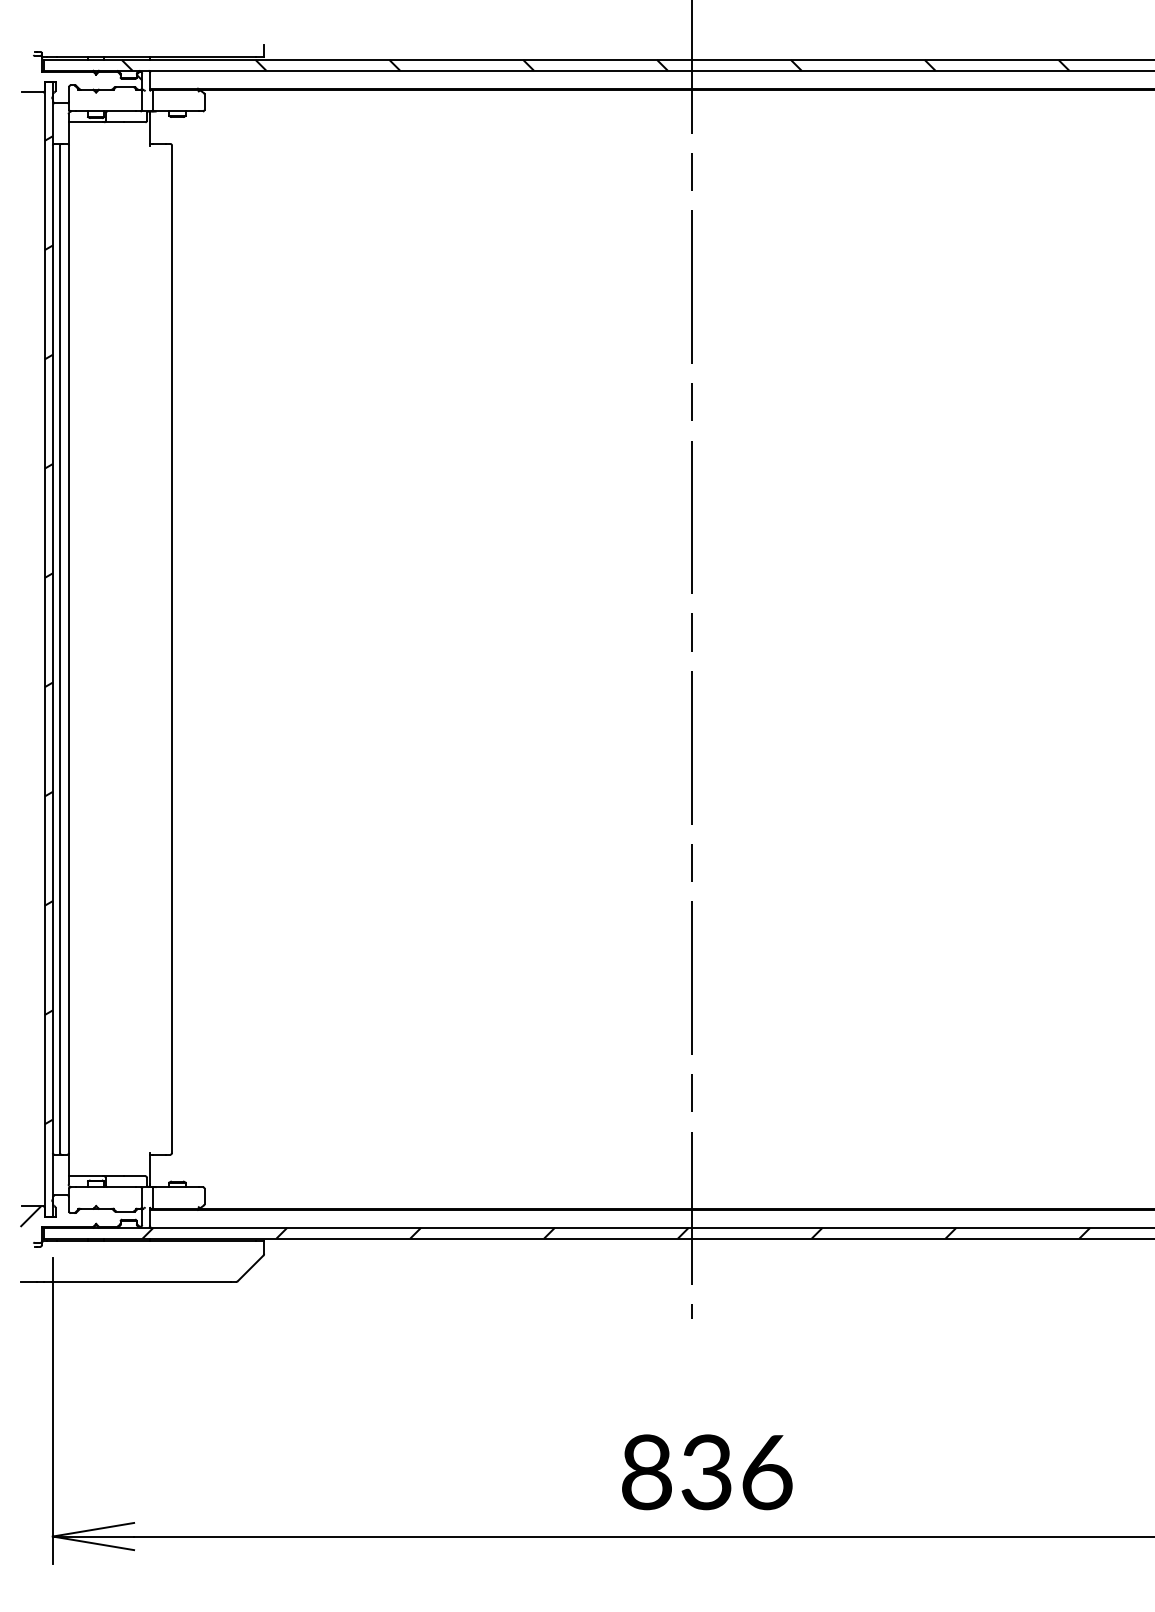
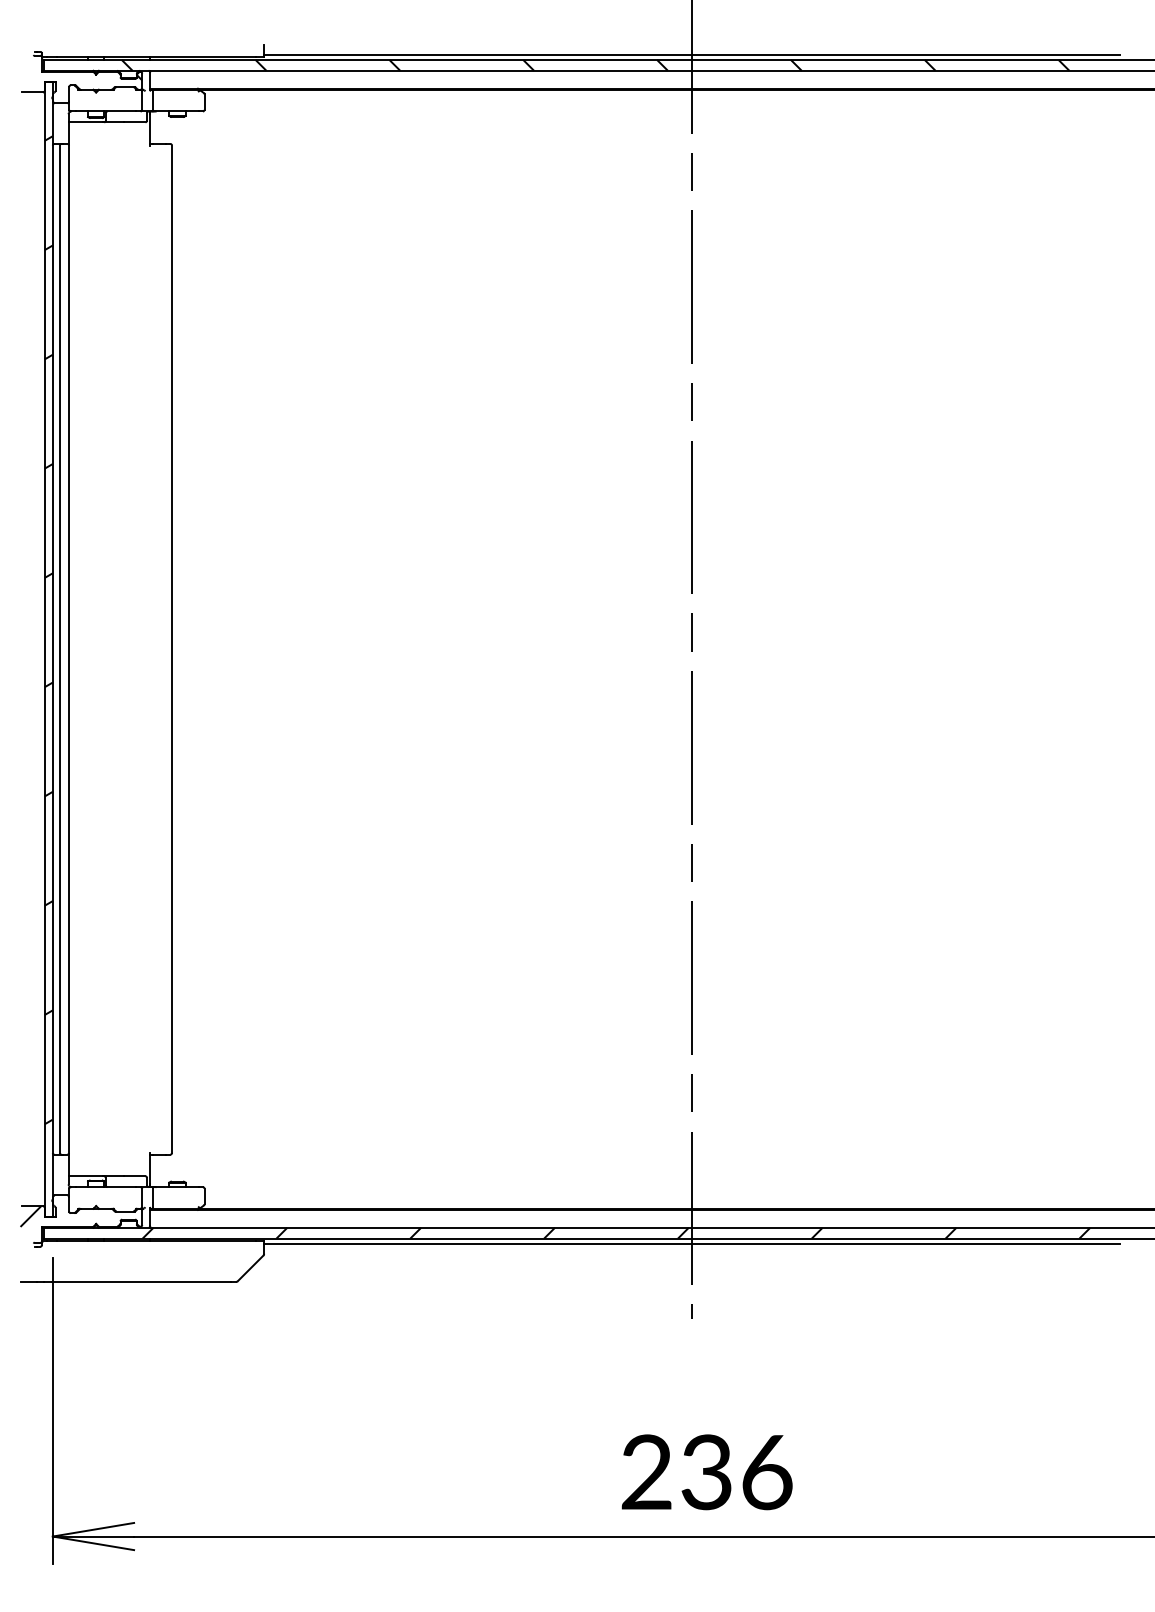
line at (692, 54): none -> present
line at (692, 1244): none -> present
text at (646, 1472): 836 -> 236
